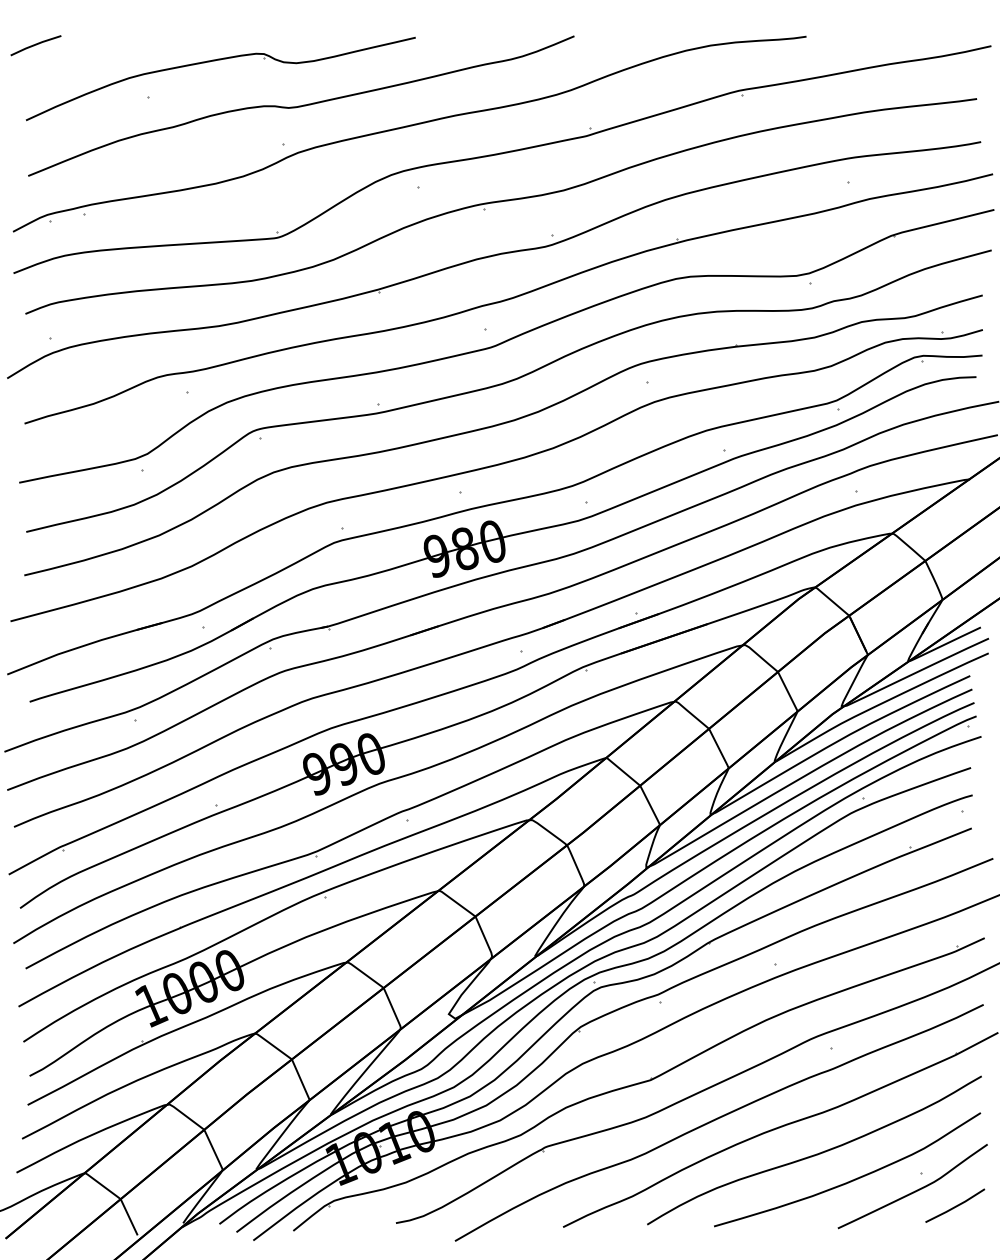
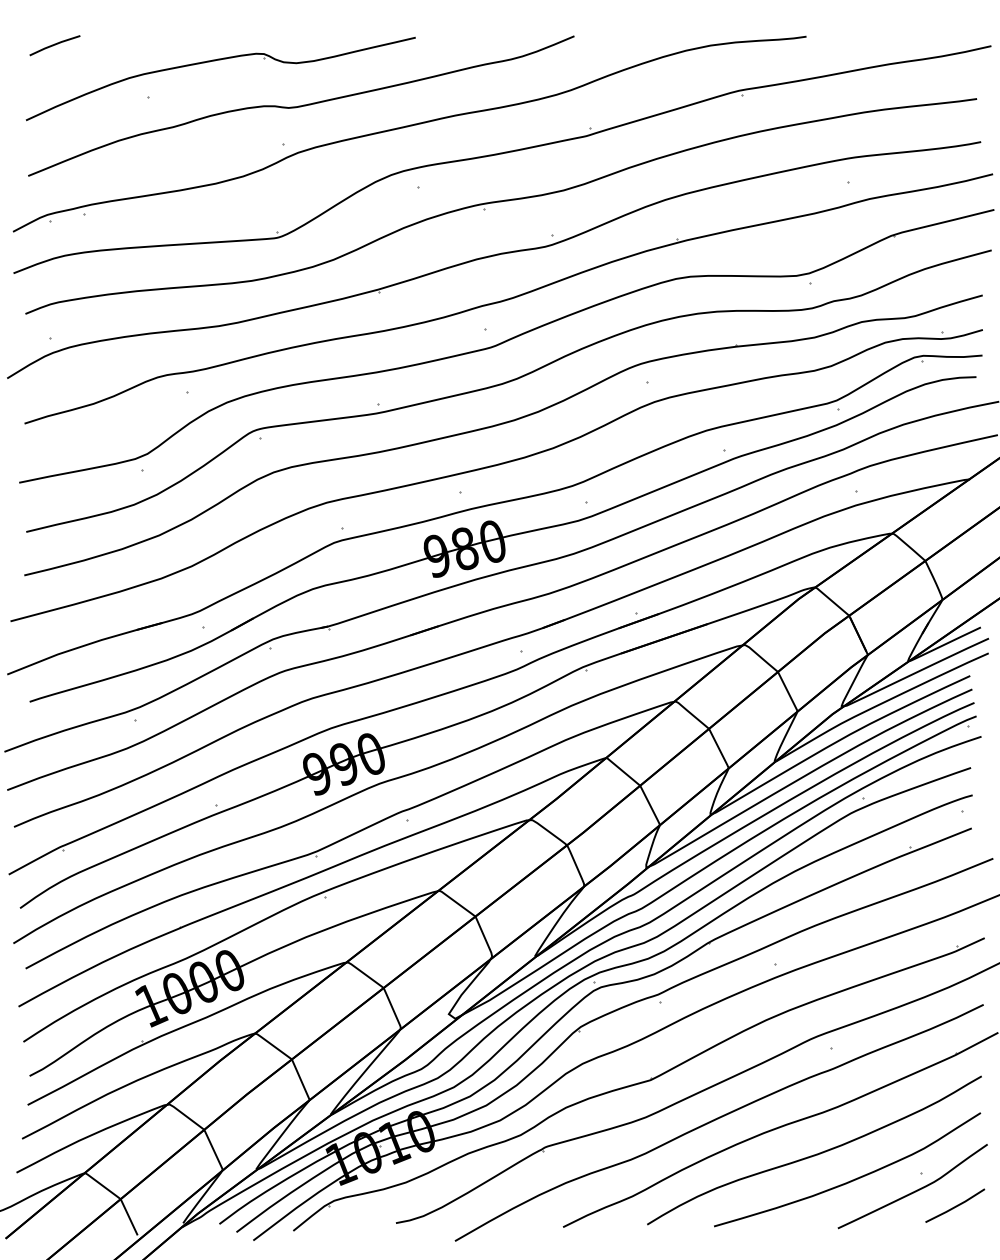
line at (35, 45) position: (35, 45) -> (54, 45)
